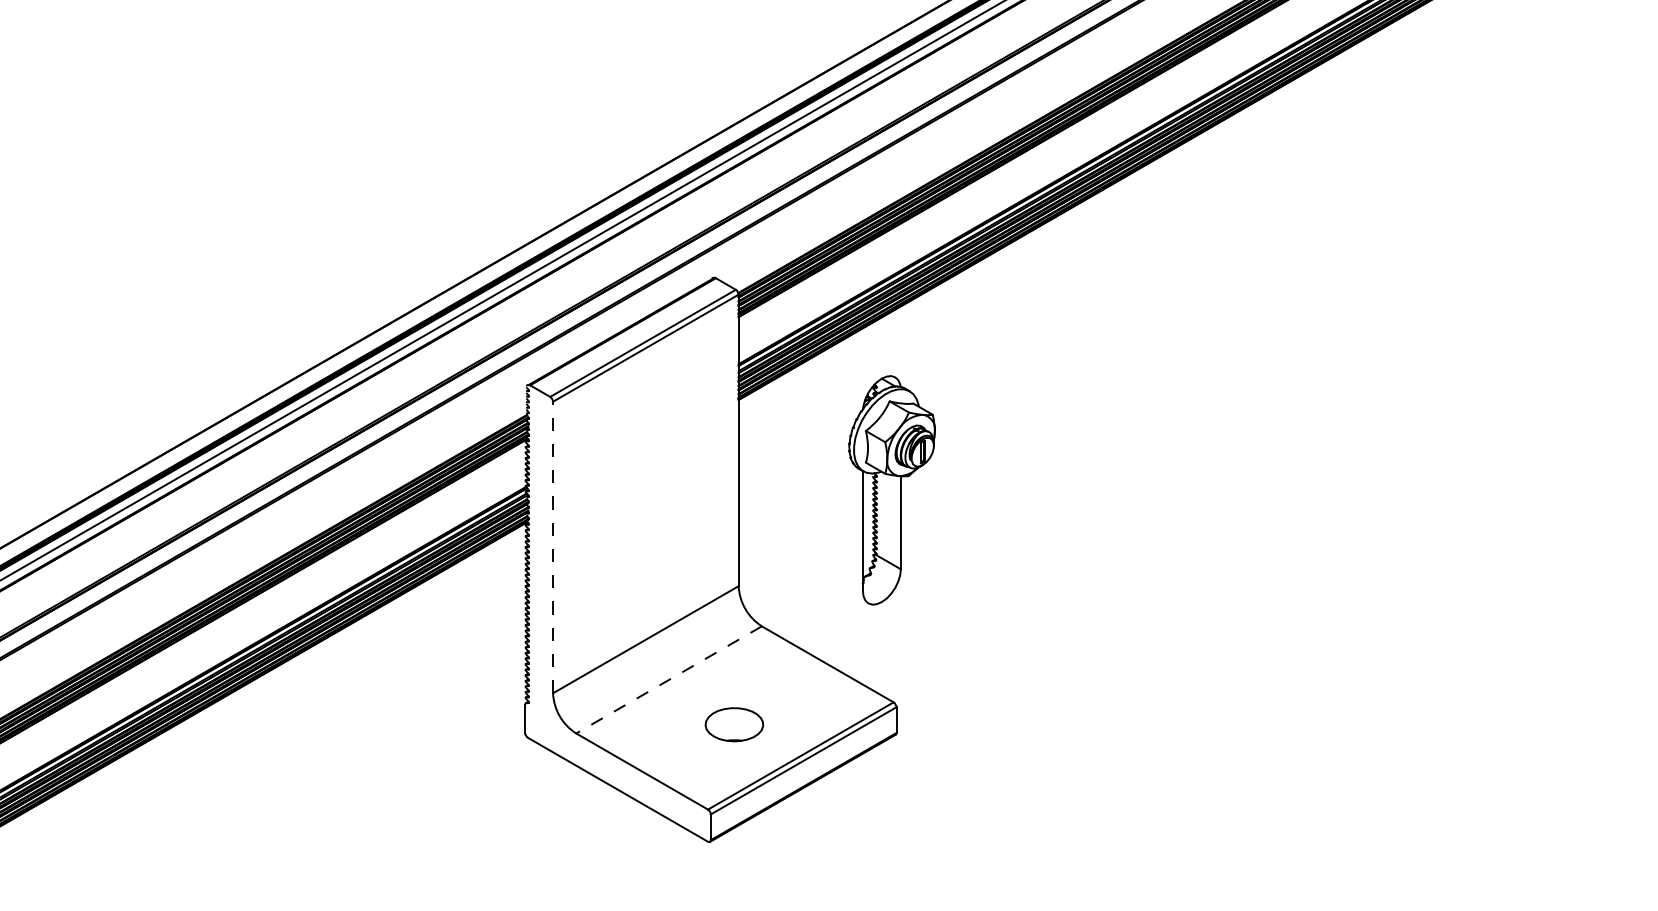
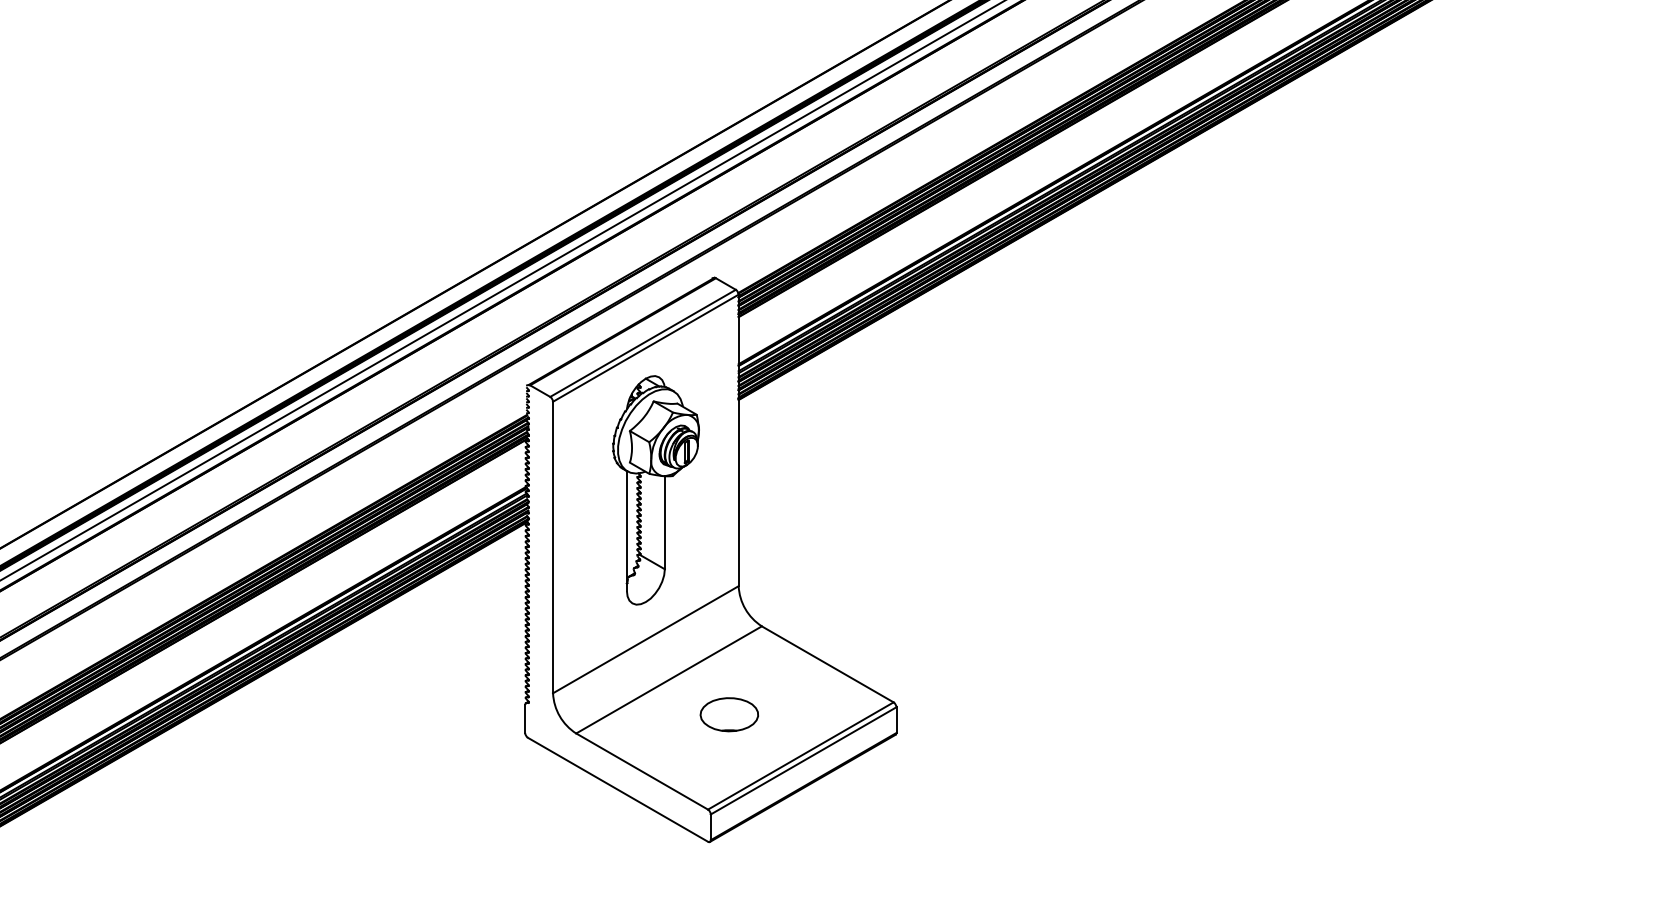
part at (891, 490) position: (891, 490) -> (655, 490)
line at (553, 547): dashed -> solid
line at (668, 680): dashed -> solid
part at (733, 724) position: (733, 724) -> (728, 714)
